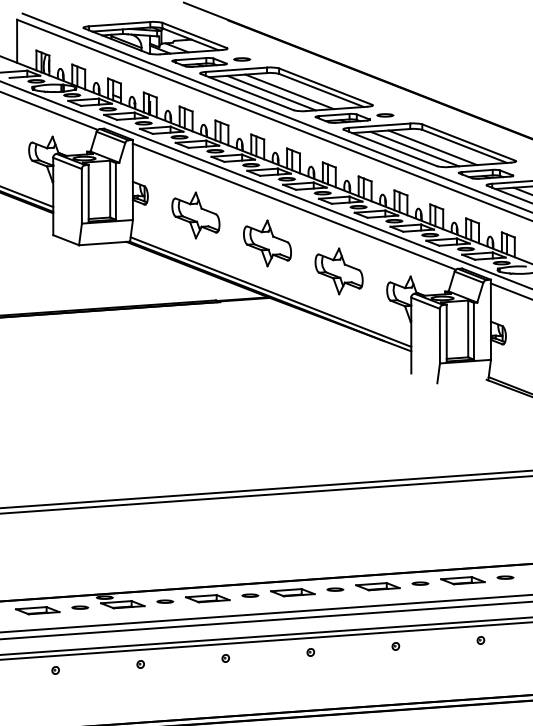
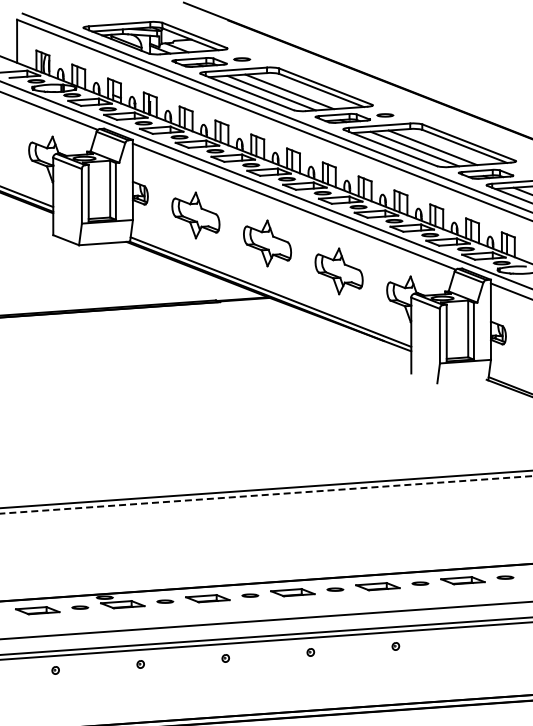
line at (265, 494): solid -> dashed
line at (265, 613): present -> none
part at (480, 640): present -> none
